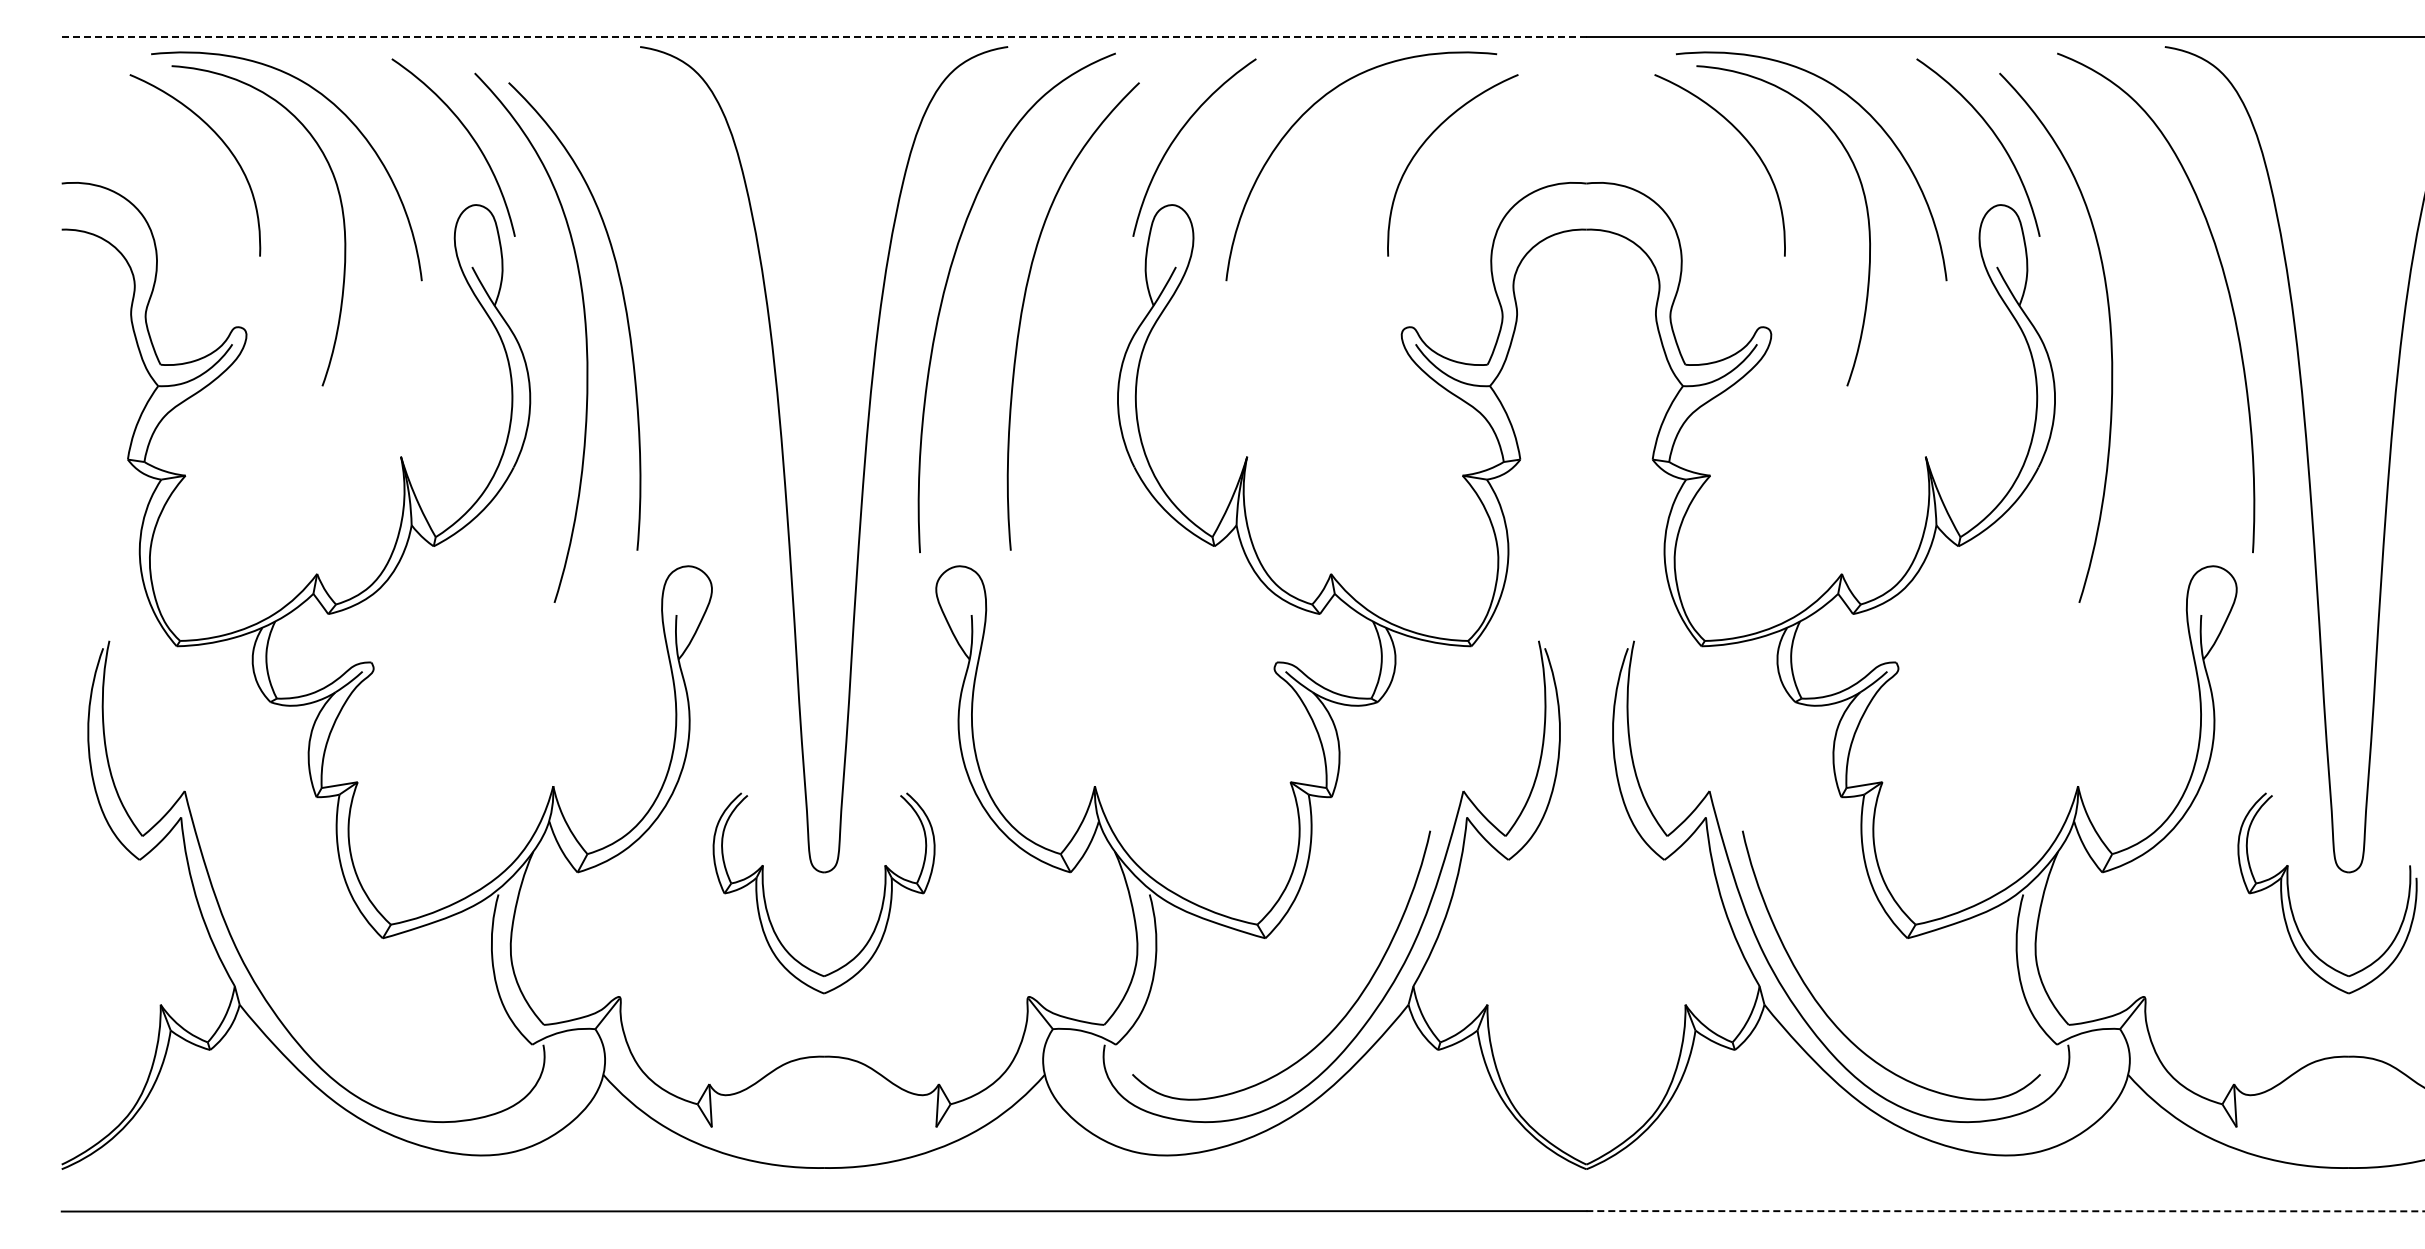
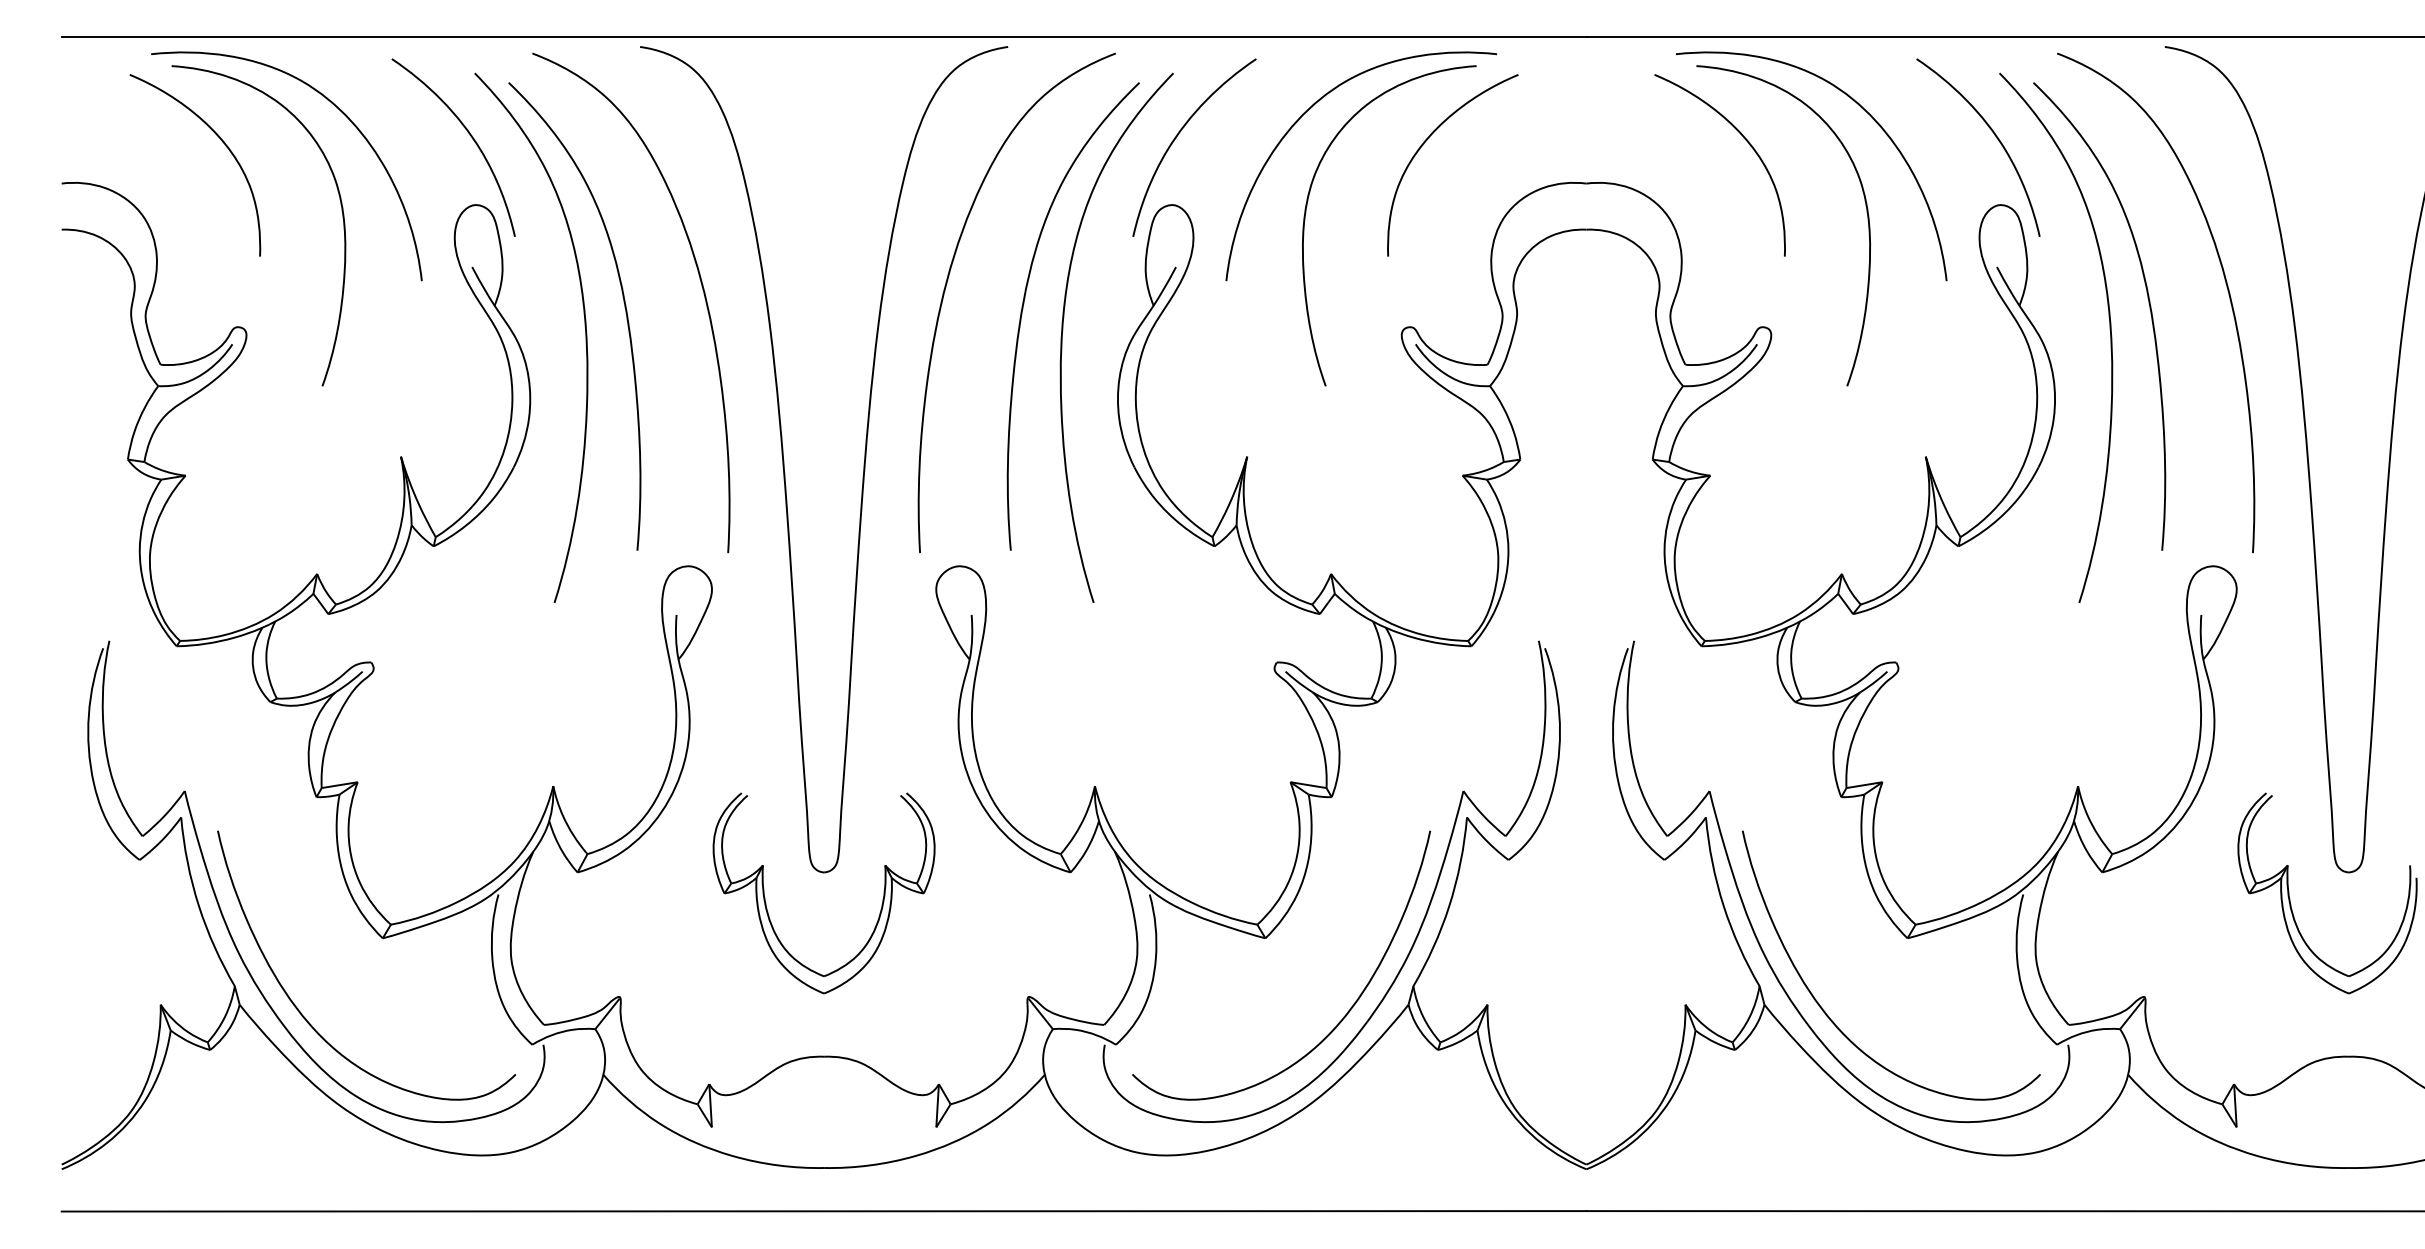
line at (824, 37): dashed -> solid
curve at (1306, 213): none -> present
curve at (699, 279): none -> present
curve at (2149, 308): none -> present
curve at (1063, 330): none -> present
curve at (306, 1018): none -> present
line at (2005, 1211): dashed -> solid
